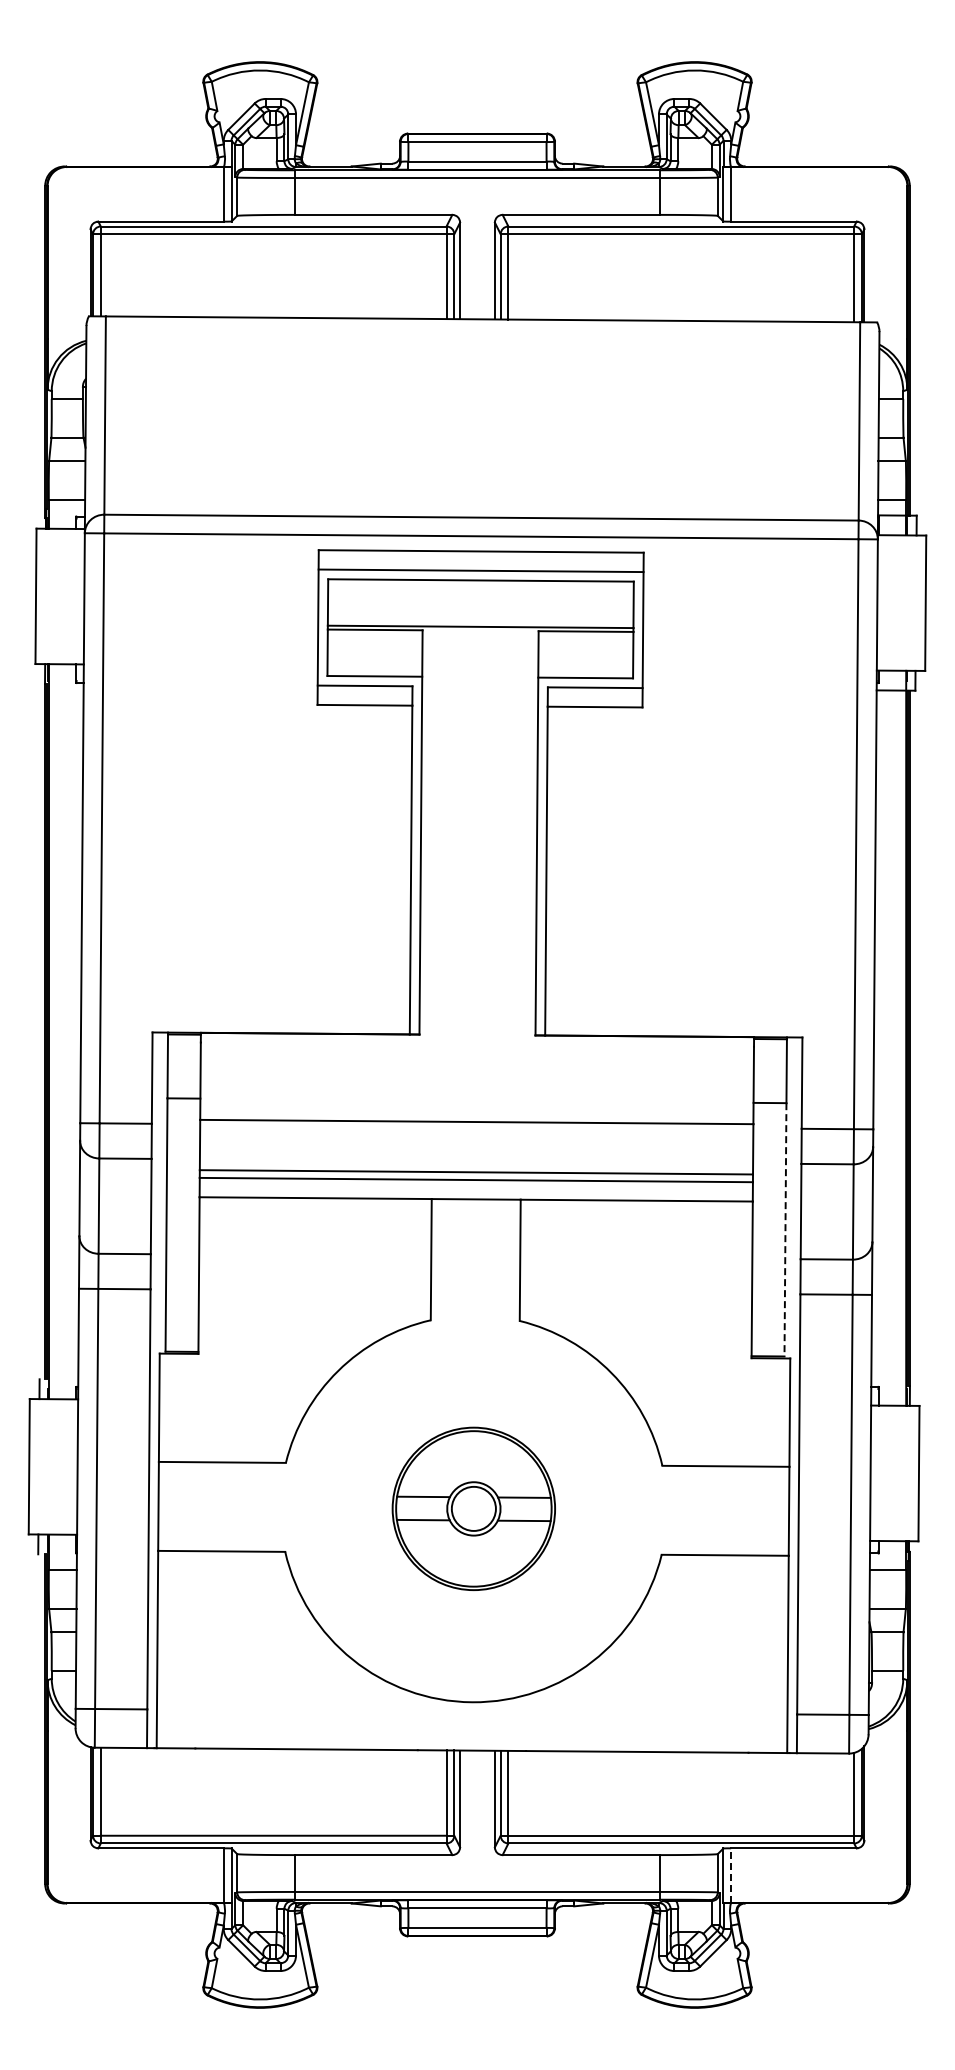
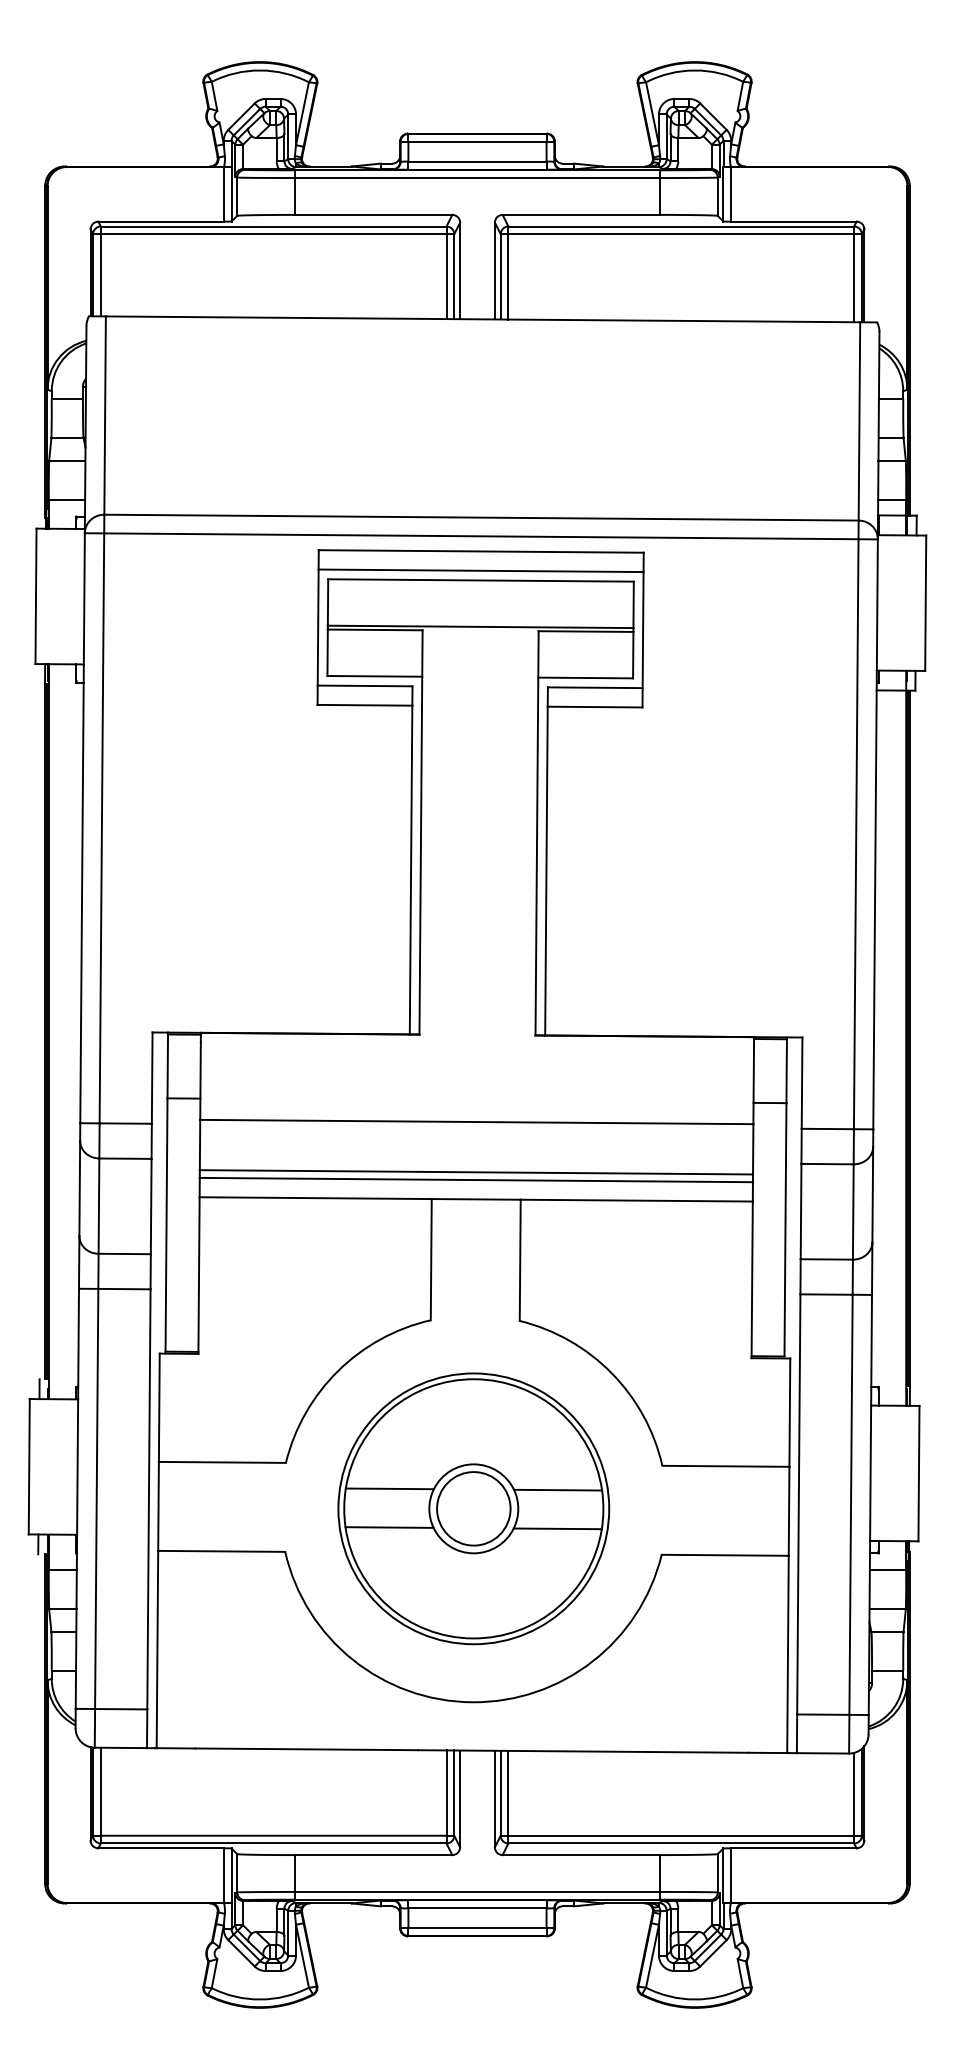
line at (785, 1229): dashed -> solid
part at (473, 1508) size: 165x165 px -> 274x274 px
line at (731, 1875): dashed -> solid
